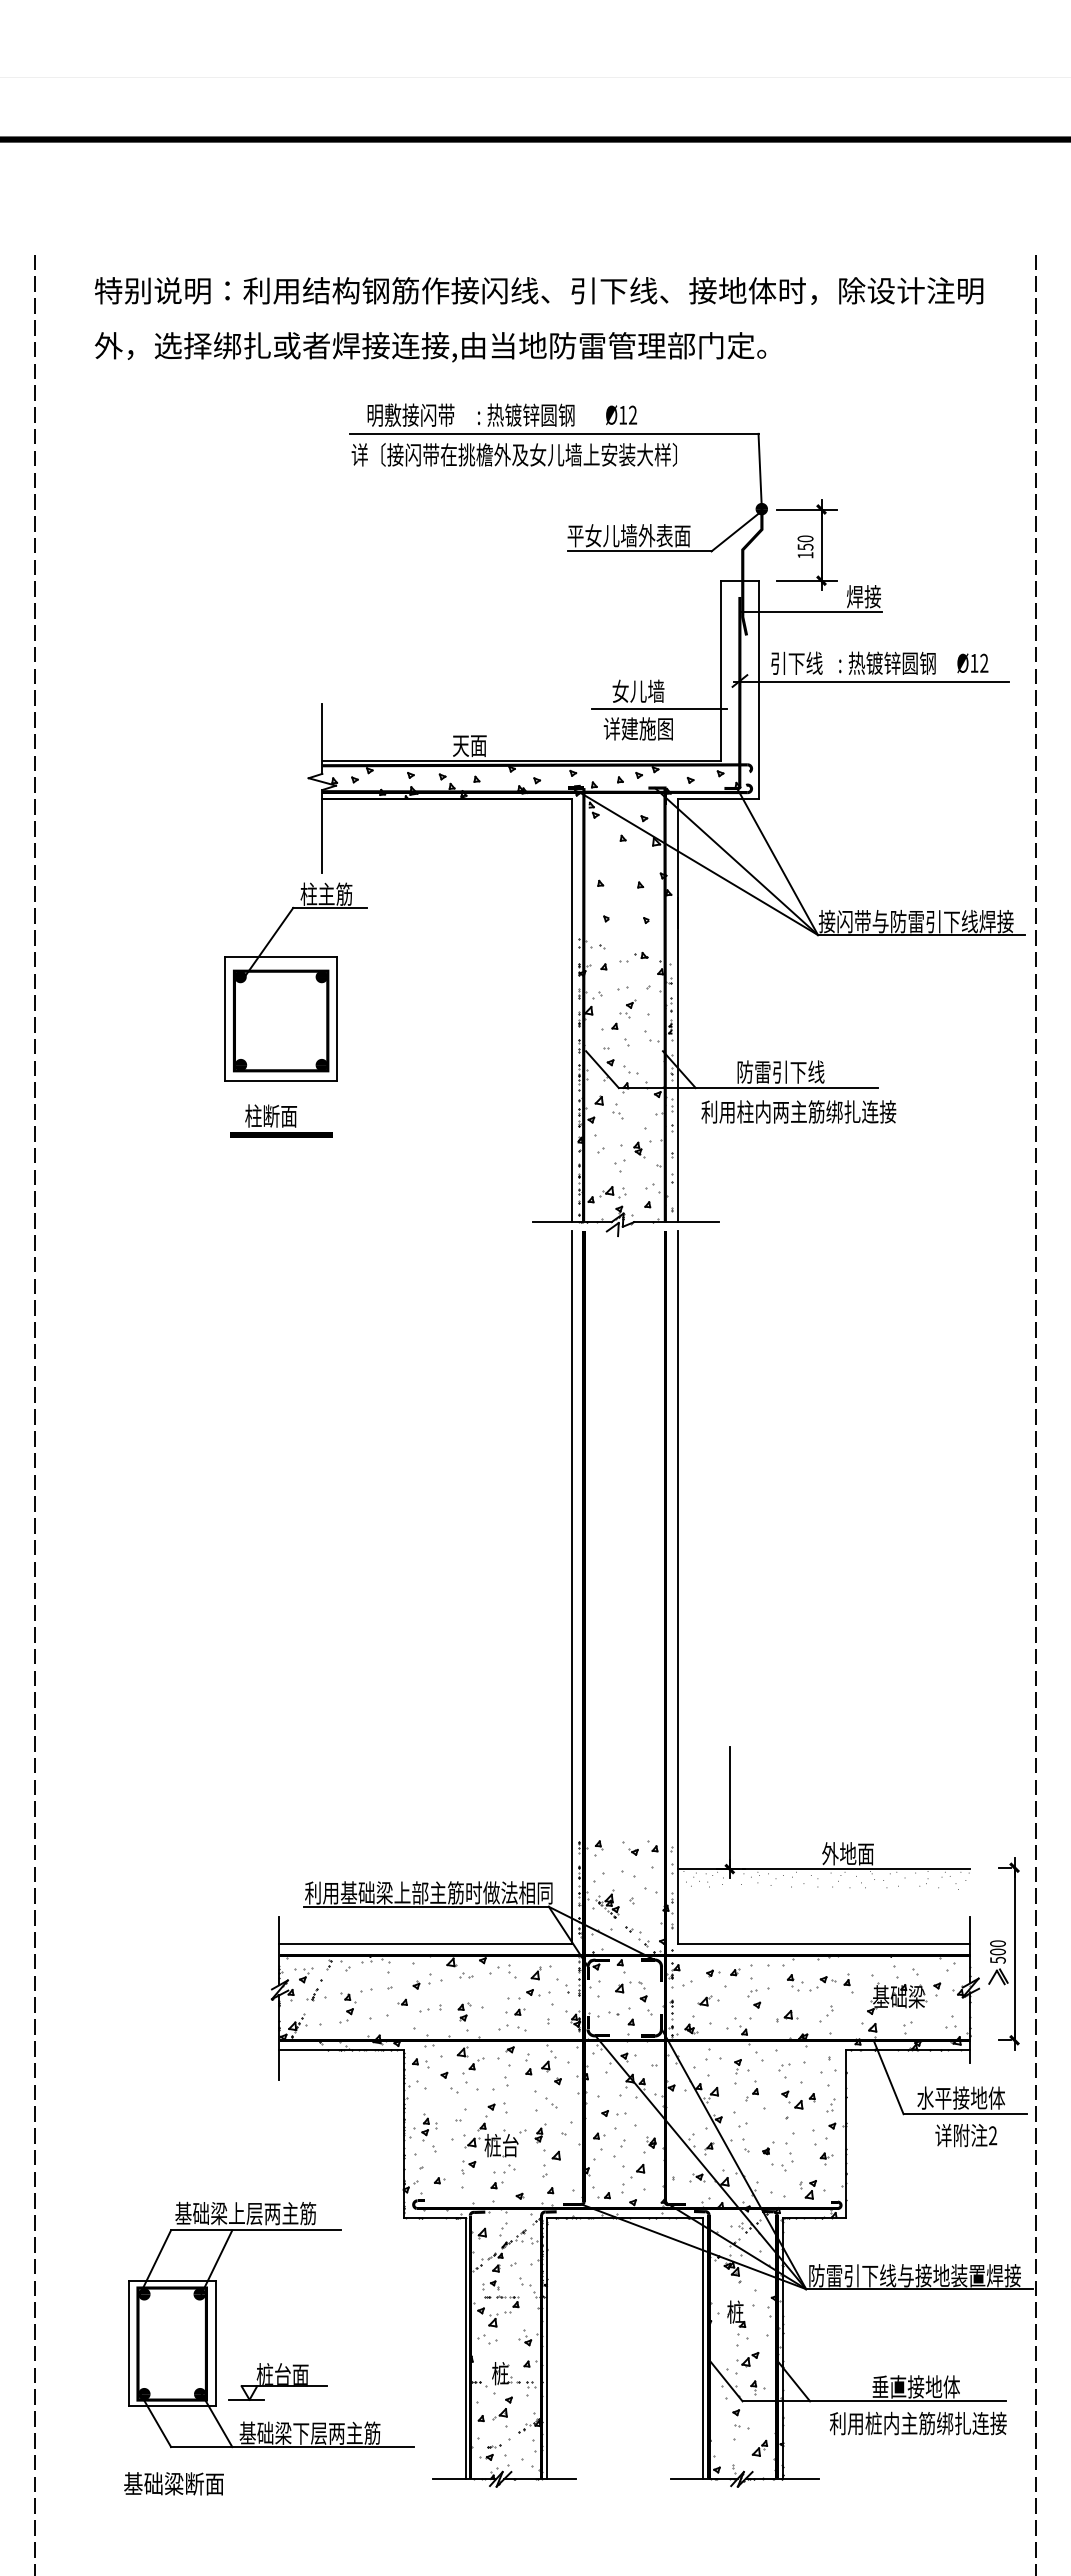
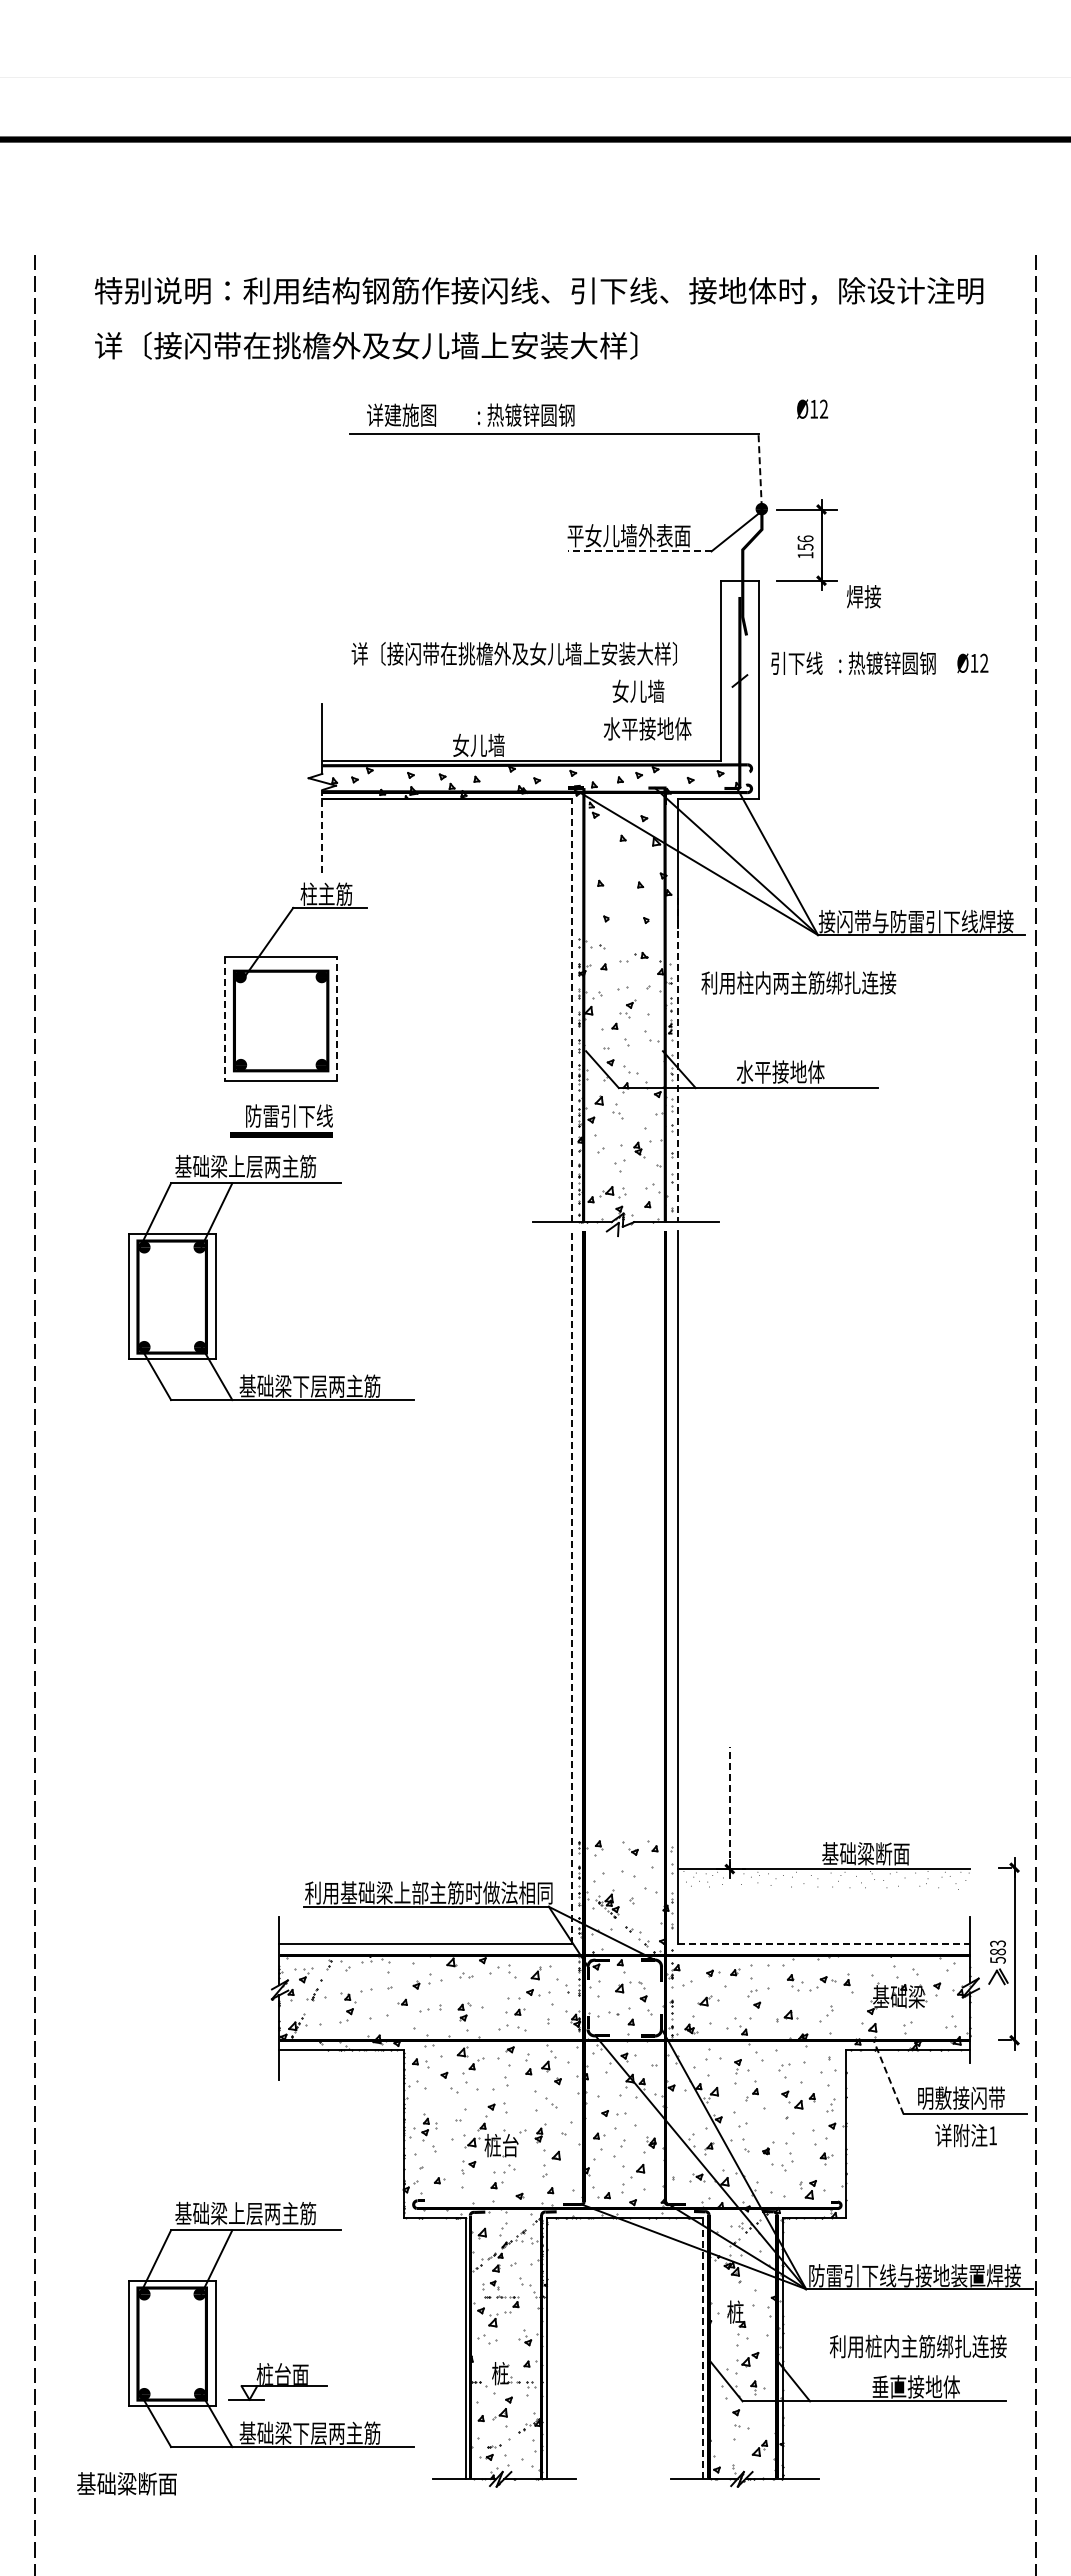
text at (430, 346): 外，选择绑扎或者焊接连接,由当地防雷管理部门定。 -> 详〔接闪带在挑檐外及女儿墙上安装大样〕
text at (410, 414): 明敷接闪带 -> 详建施图
text at (621, 414) position: (621, 414) -> (812, 408)
text at (513, 454) position: (513, 454) -> (513, 653)
line at (760, 470): solid -> dashed
text at (805, 538): 150 -> 156
line at (639, 551): solid -> dashed
line at (810, 611): present -> none
line at (871, 681): present -> none
line at (658, 708): present -> none
text at (647, 728): 详建施图 -> 水平接地体
text at (478, 745): 天面 -> 女儿墙
line at (322, 830): solid -> dashed
line at (571, 1010): solid -> dashed
line at (337, 1018): solid -> dashed
line at (225, 1019): solid -> dashed
line at (677, 1060): solid -> dashed
text at (780, 1071): 防雷引下线 -> 水平接地体
text at (798, 1111) position: (798, 1111) -> (798, 982)
text at (288, 1115): 柱断面 -> 防雷引下线
part at (216, 1277): none -> present
line at (571, 1587): solid -> dashed
line at (729, 1807): solid -> dashed
text at (865, 1853): 外地面 -> 基础粱断面
line at (824, 1943): solid -> dashed
text at (997, 1947): 500 -> 583
line at (888, 2077): solid -> dashed
text at (961, 2097): 水平接地体 -> 明敷接闪带
text at (993, 2135): 2 -> 1
line at (702, 2348): solid -> dashed
text at (918, 2423) position: (918, 2423) -> (918, 2346)
text at (173, 2483) position: (173, 2483) -> (126, 2483)
